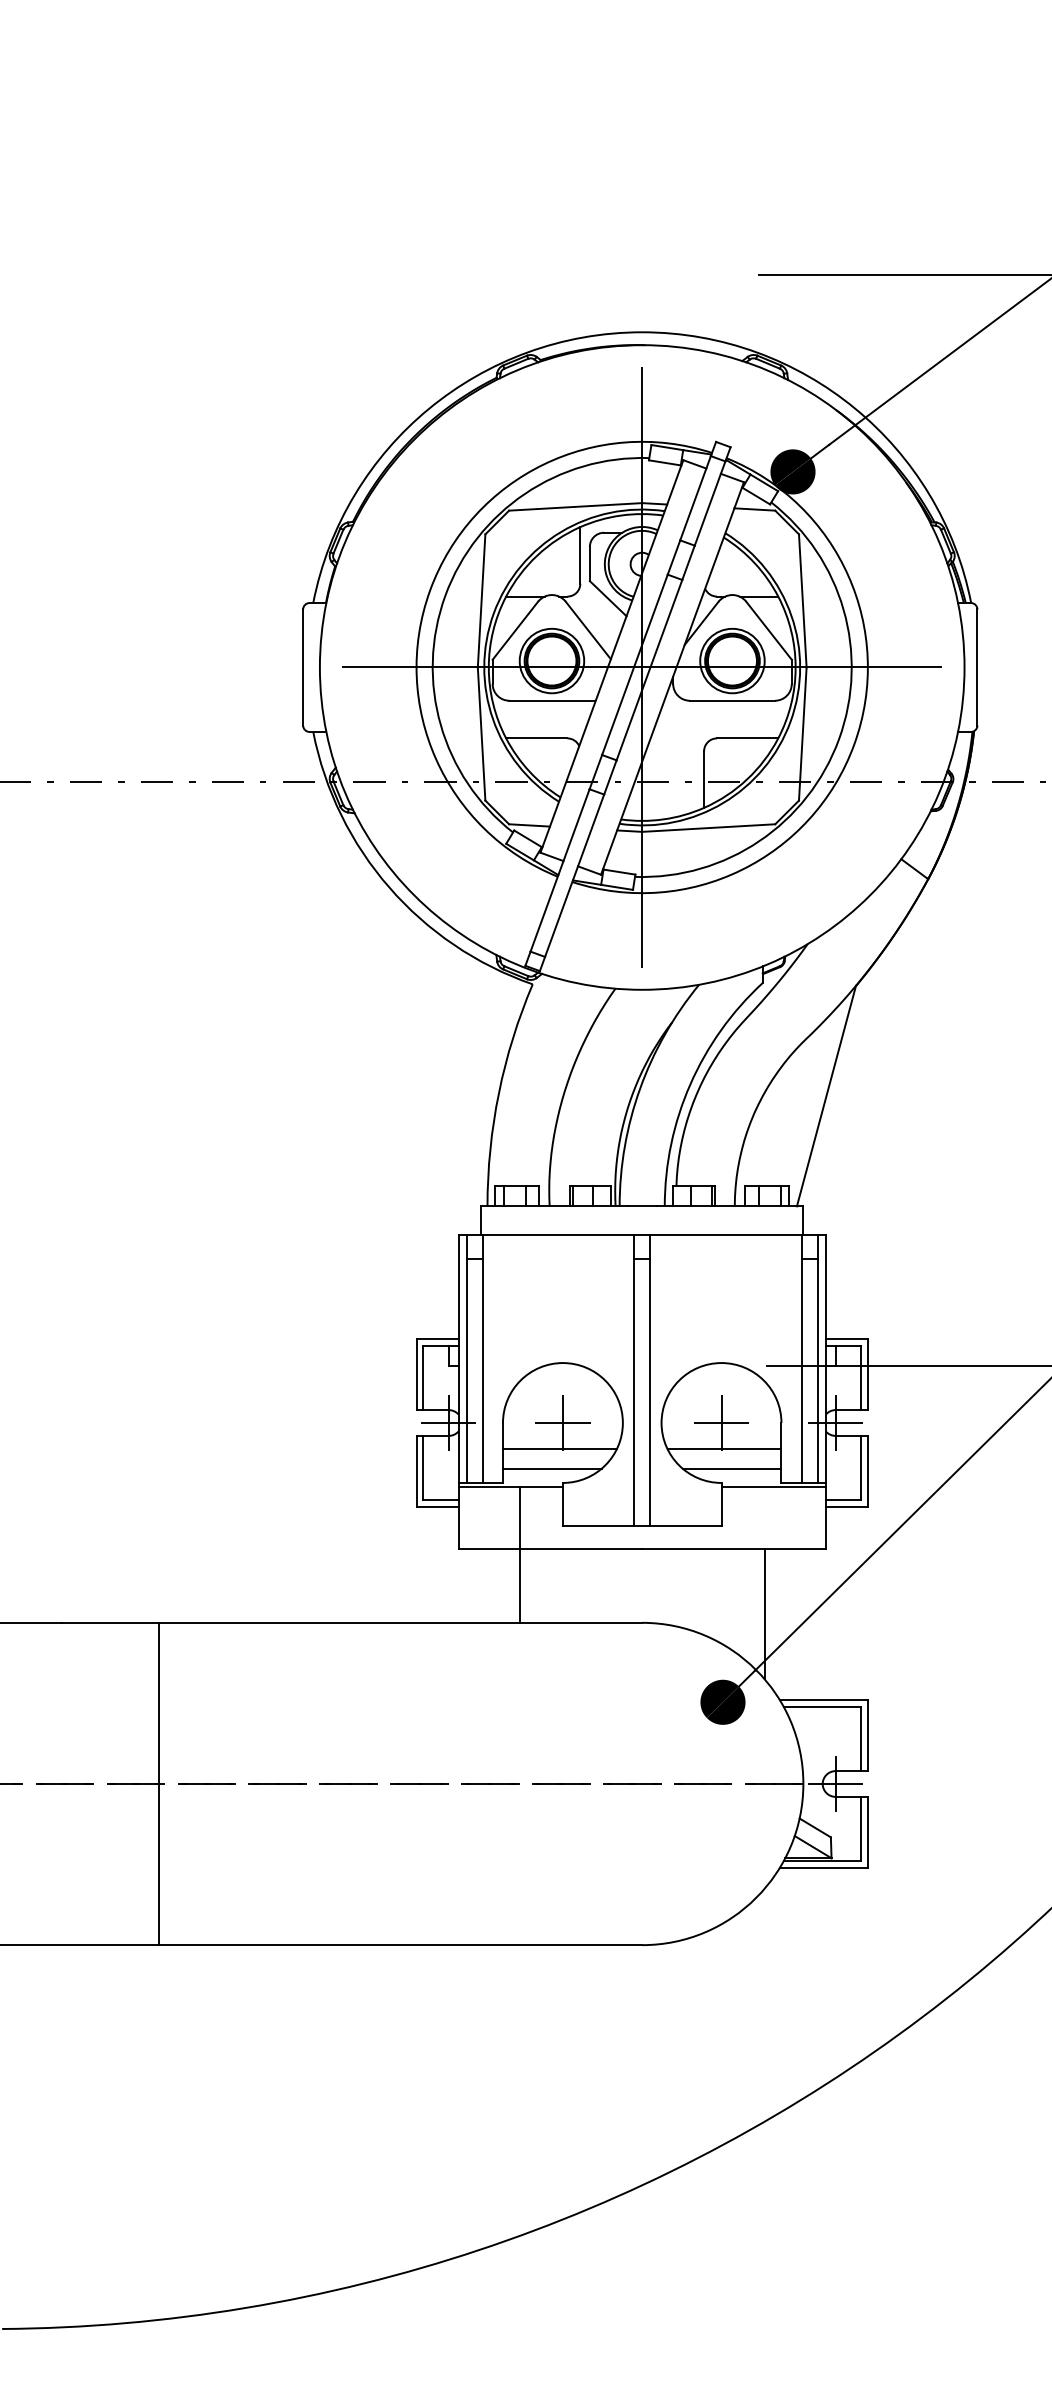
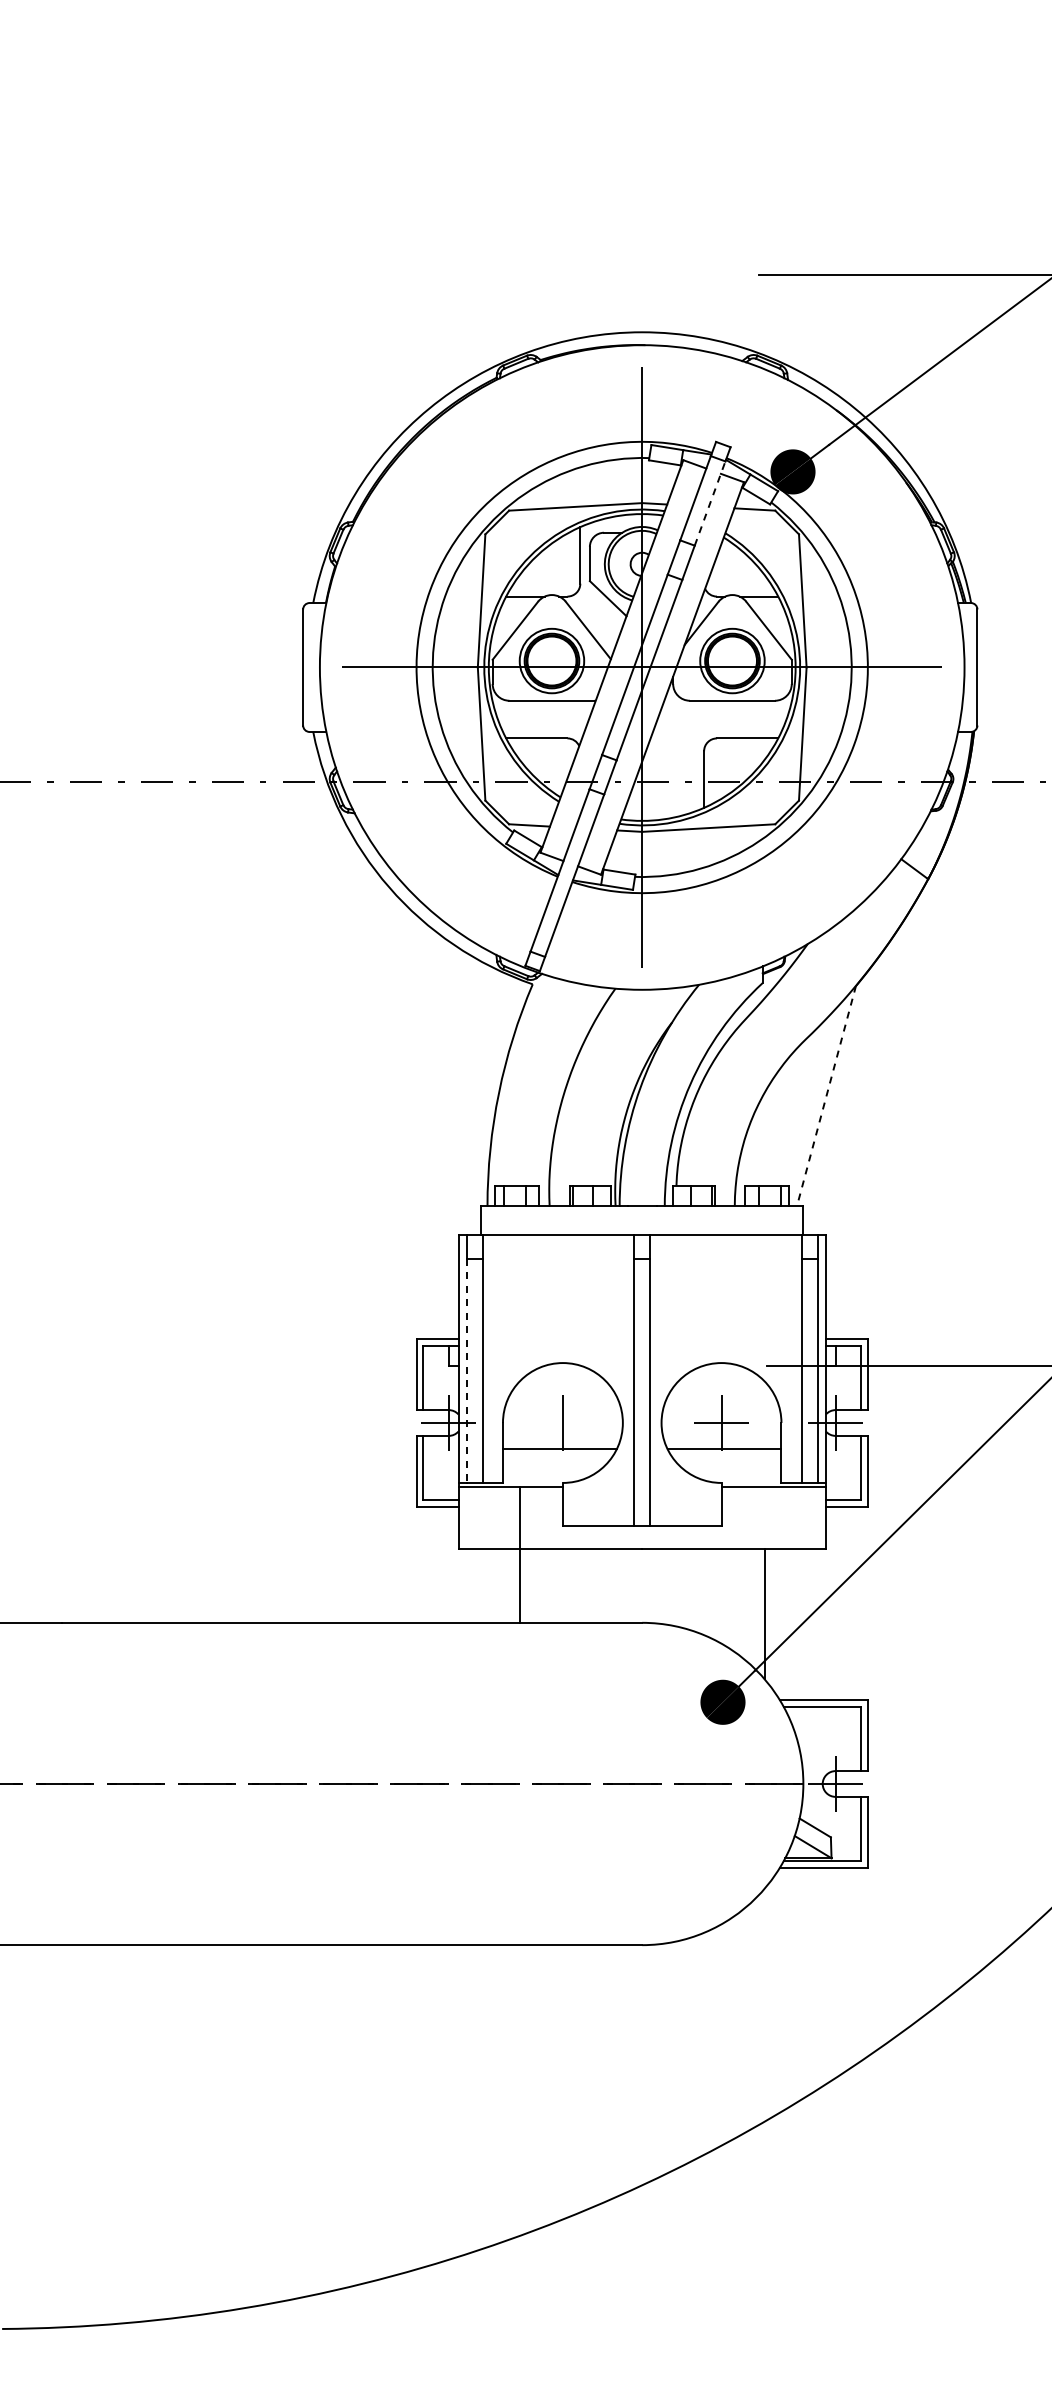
line at (710, 503): solid -> dashed
line at (826, 1096): solid -> dashed
line at (466, 1371): solid -> dashed
line at (562, 1423): present -> none
line at (551, 1468): present -> none
line at (731, 1468): present -> none
line at (158, 1783): present -> none
